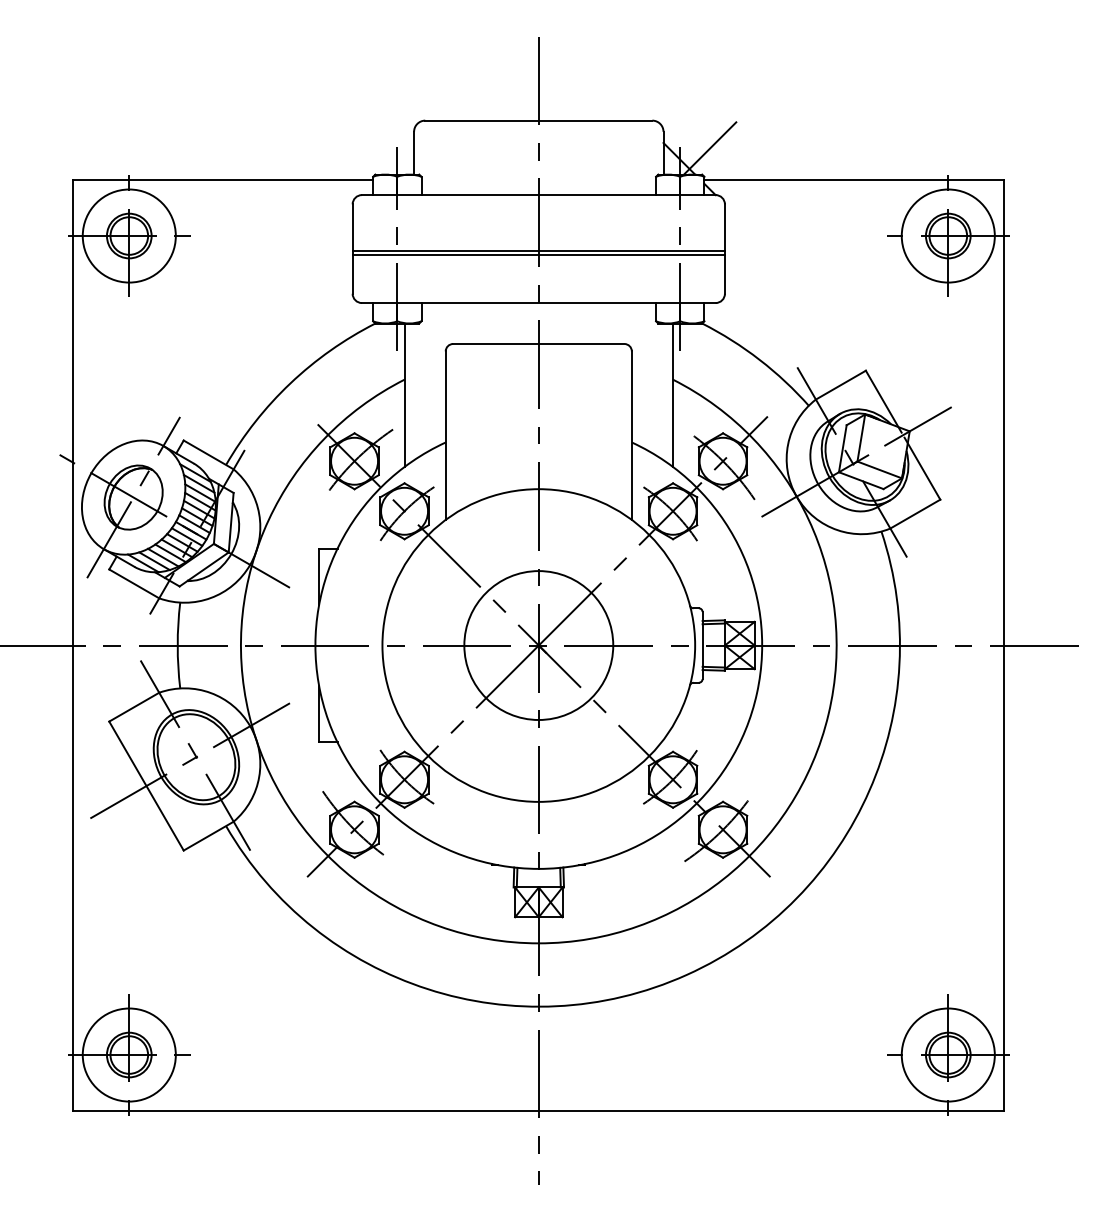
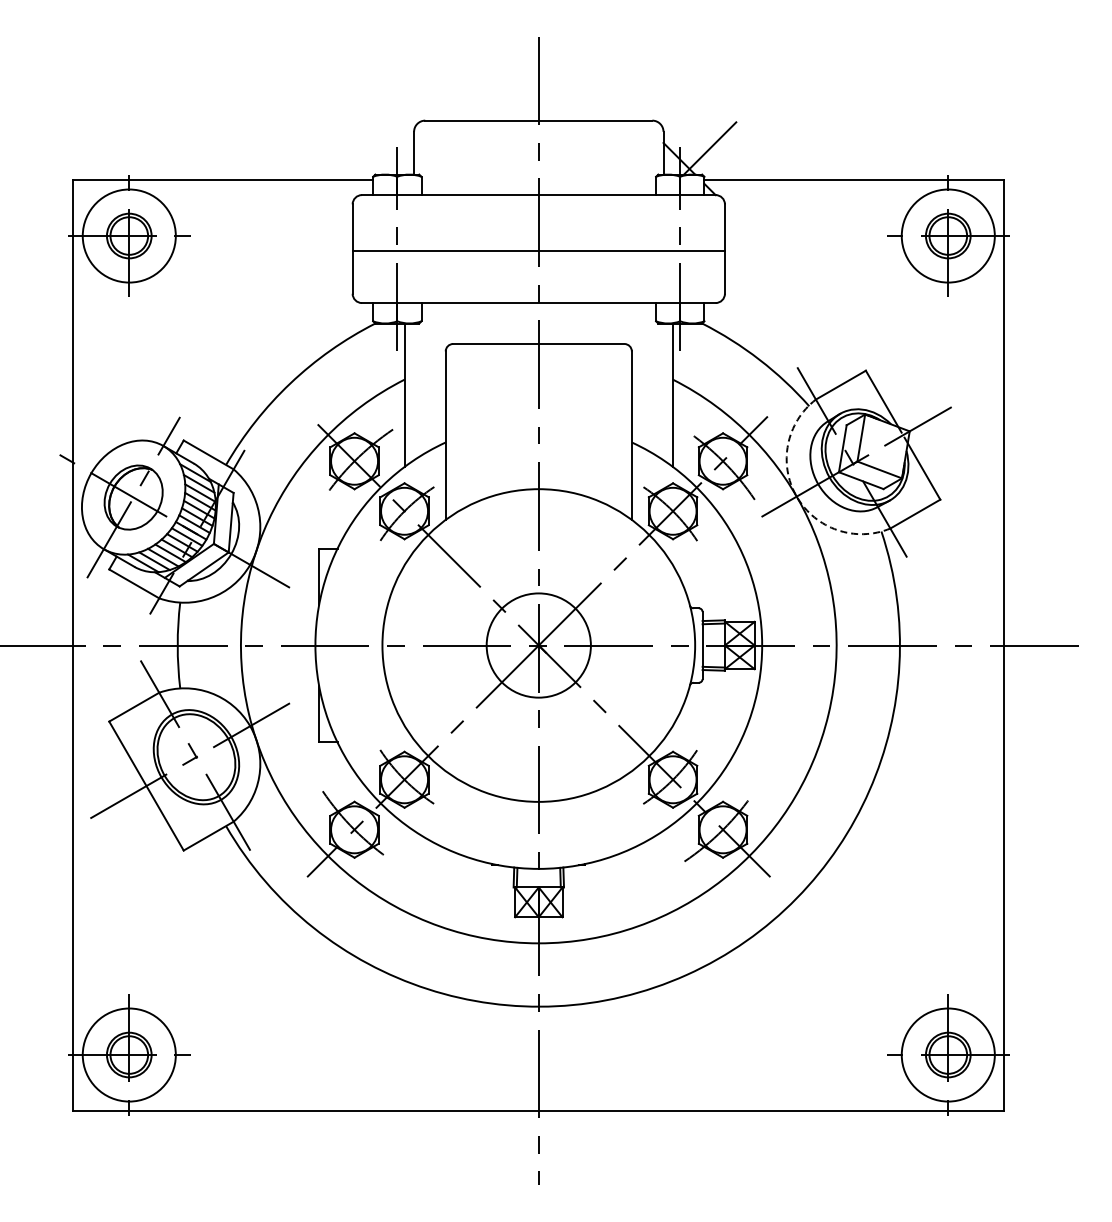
line at (538, 254): present -> none
arc at (796, 496): solid -> dashed
circle at (538, 645) diameter: 149 px -> 104 px
